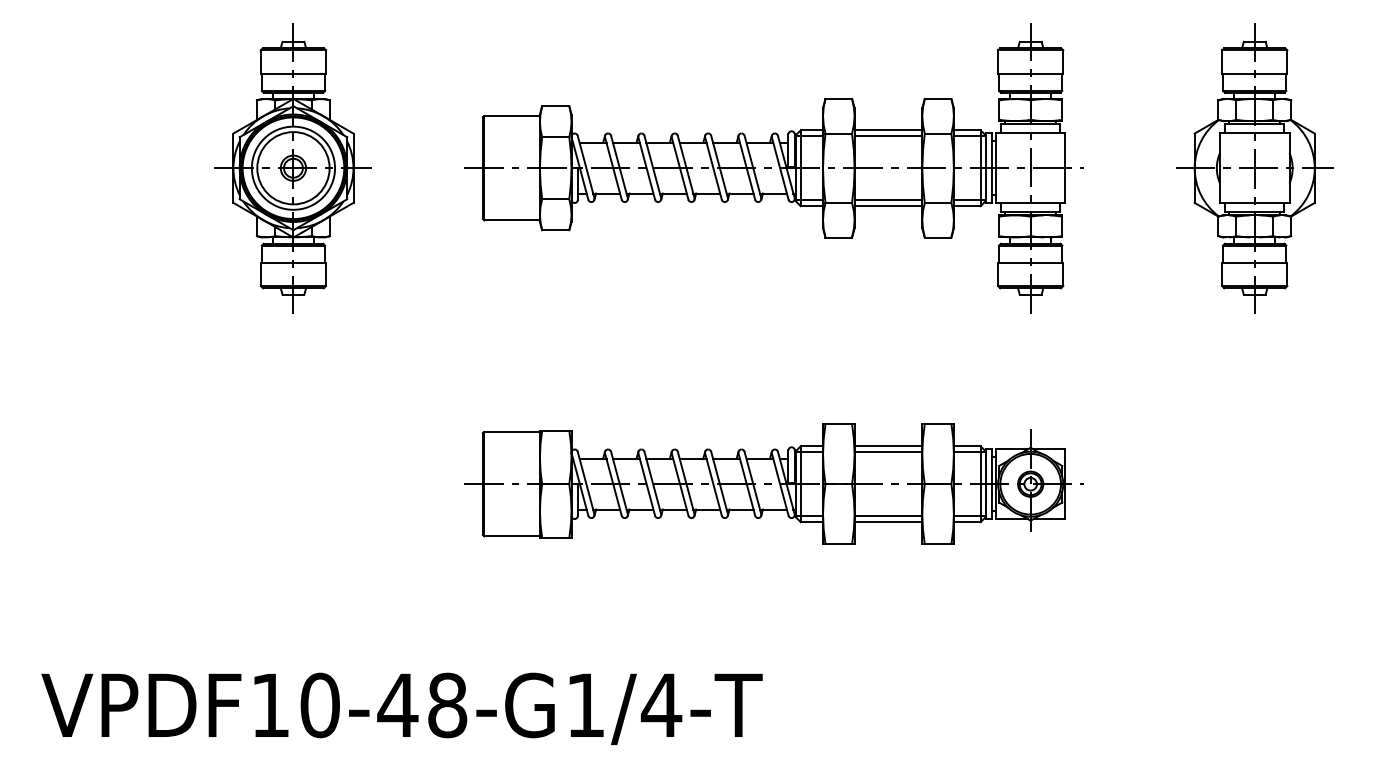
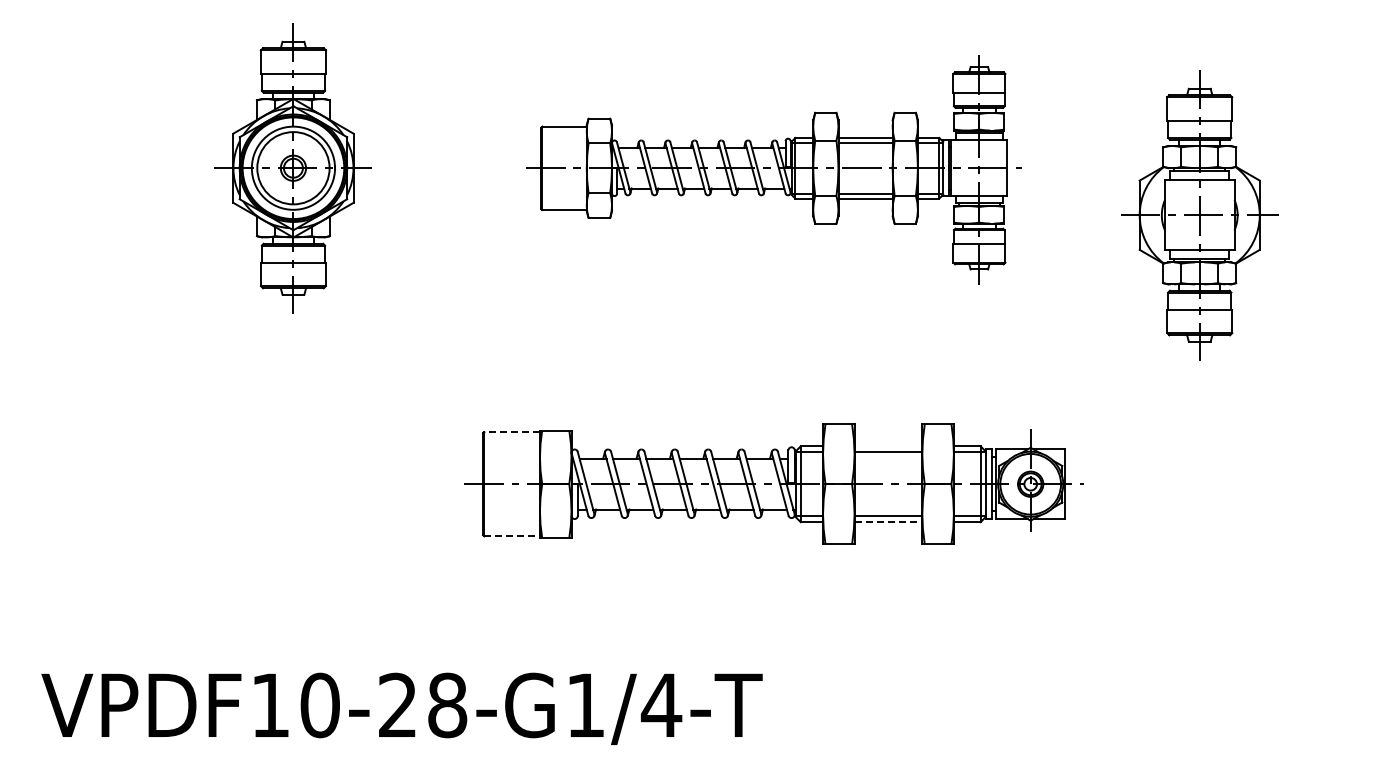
part at (773, 168) size: 620x291 px -> 496x230 px
part at (1254, 168) position: (1254, 168) -> (1199, 215)
line at (512, 432): solid -> dashed
line at (888, 446): present -> none
line at (888, 522): solid -> dashed
line at (512, 536): solid -> dashed
text at (397, 704): VPDF10-48-G1/4-T -> VPDF10-28-G1/4-T
